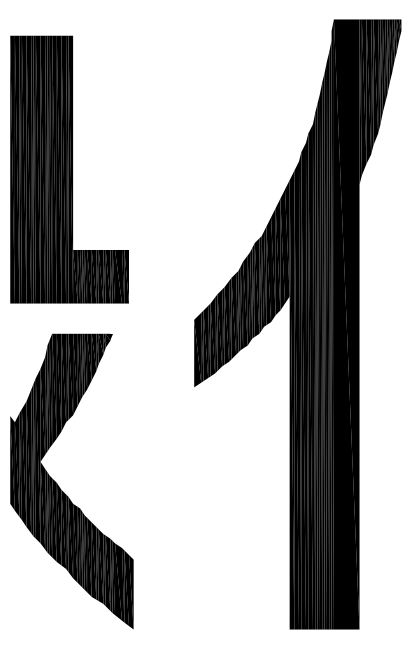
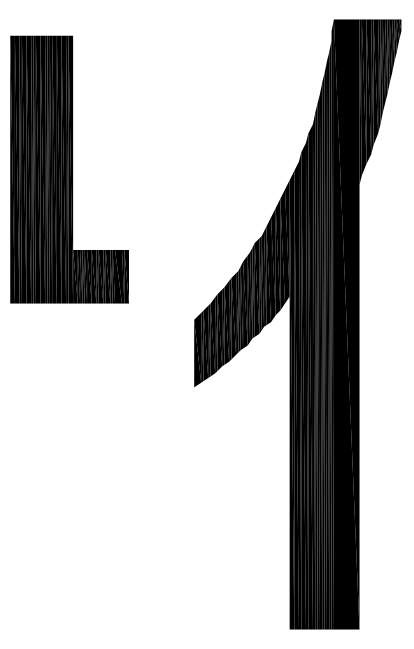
part at (62, 490): present -> none
